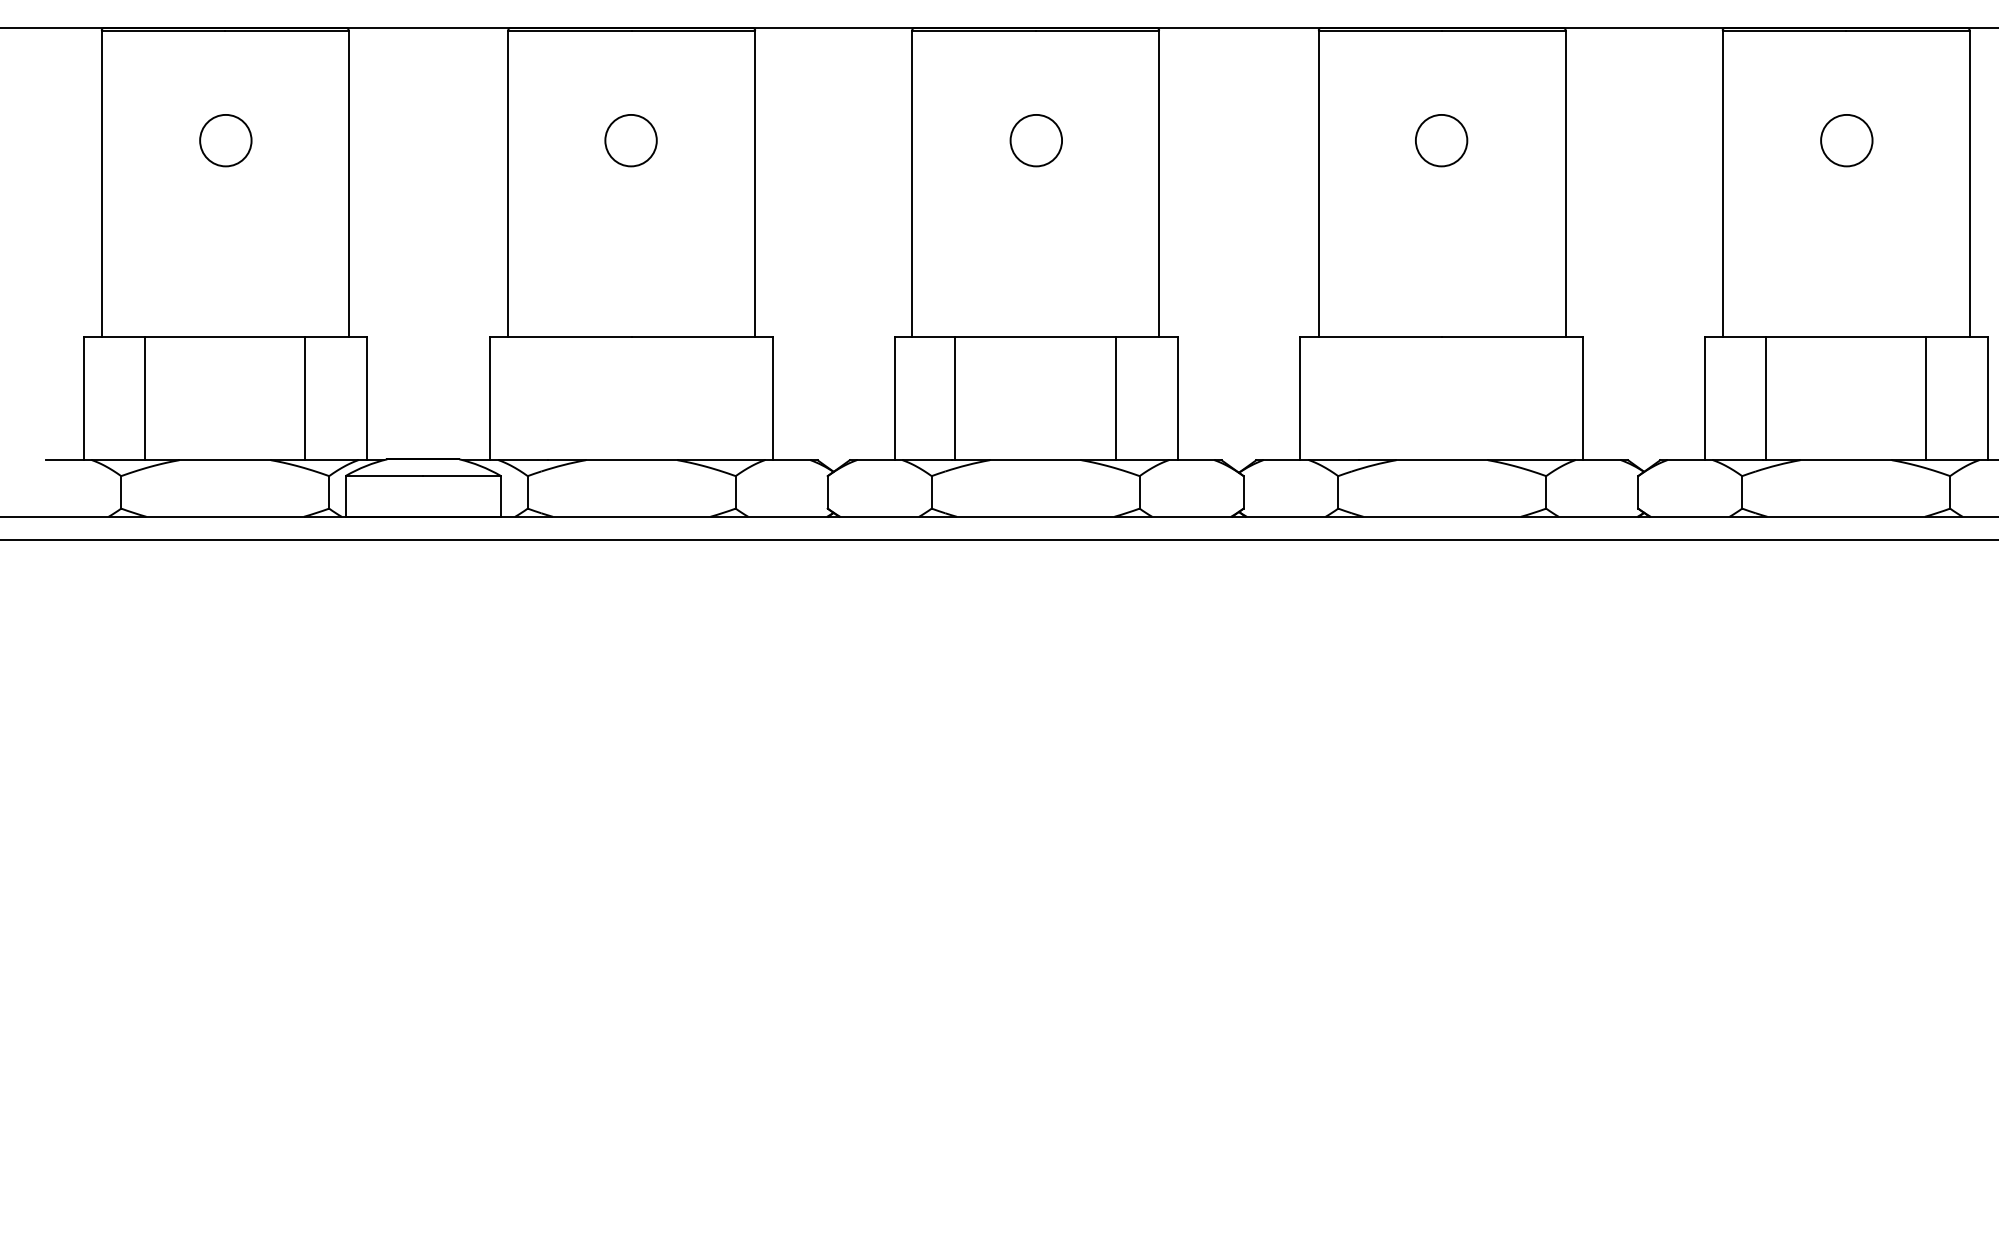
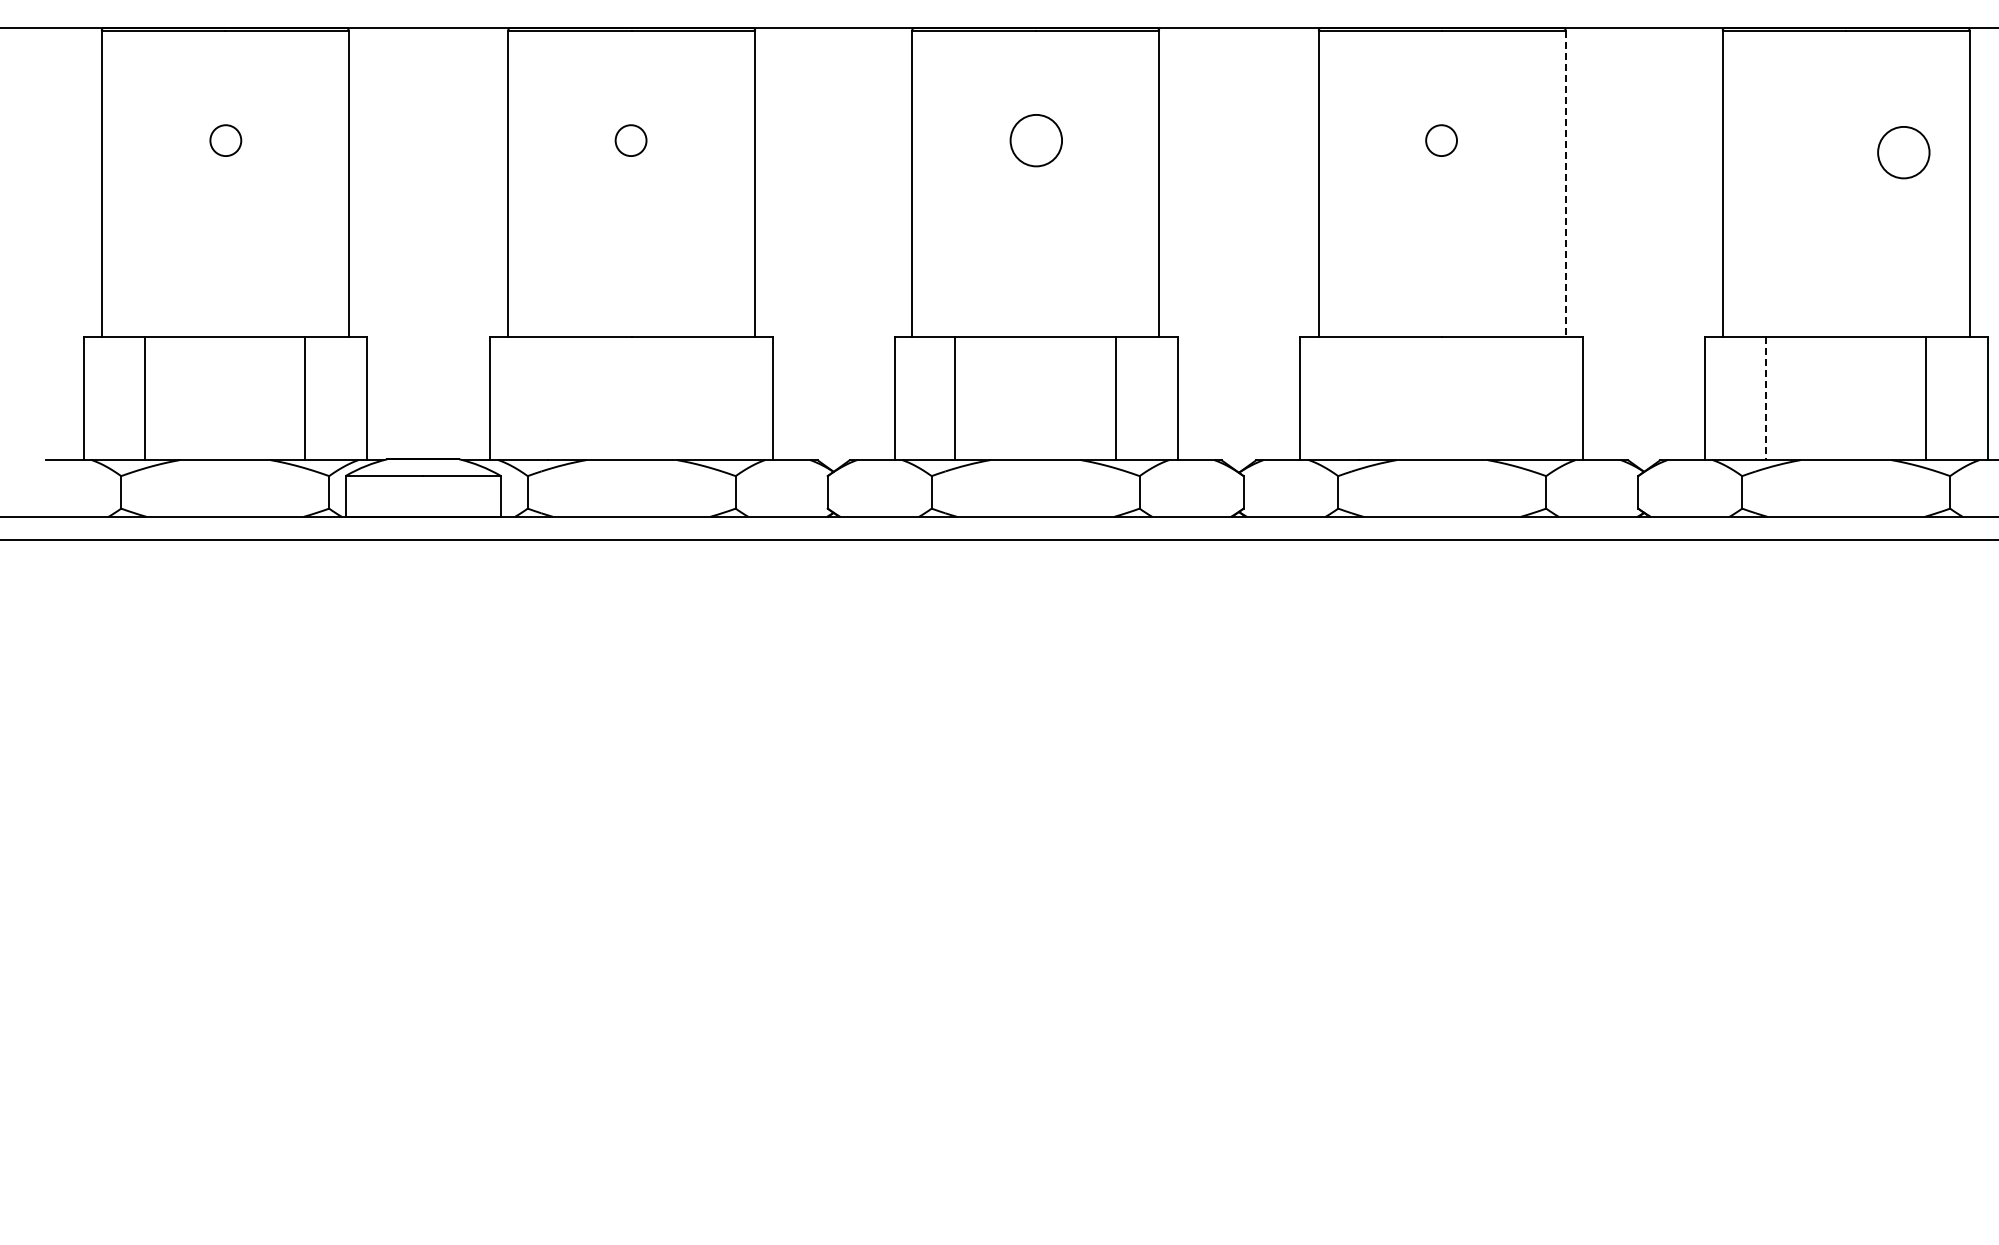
circle at (225, 140) diameter: 51 px -> 31 px
circle at (630, 140) diameter: 51 px -> 31 px
circle at (1441, 140) diameter: 51 px -> 31 px
circle at (1846, 140) position: (1846, 140) -> (1903, 152)
line at (1565, 184): solid -> dashed
line at (1765, 398): solid -> dashed
